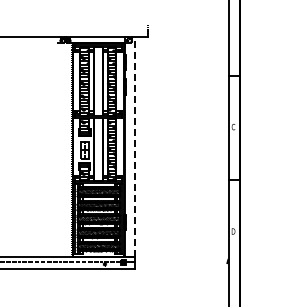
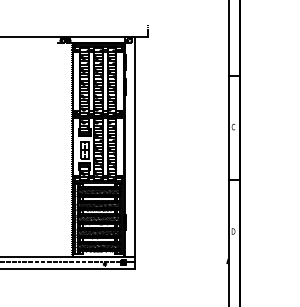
hatch at (97, 114): none -> present
line at (135, 146): dashed -> solid
